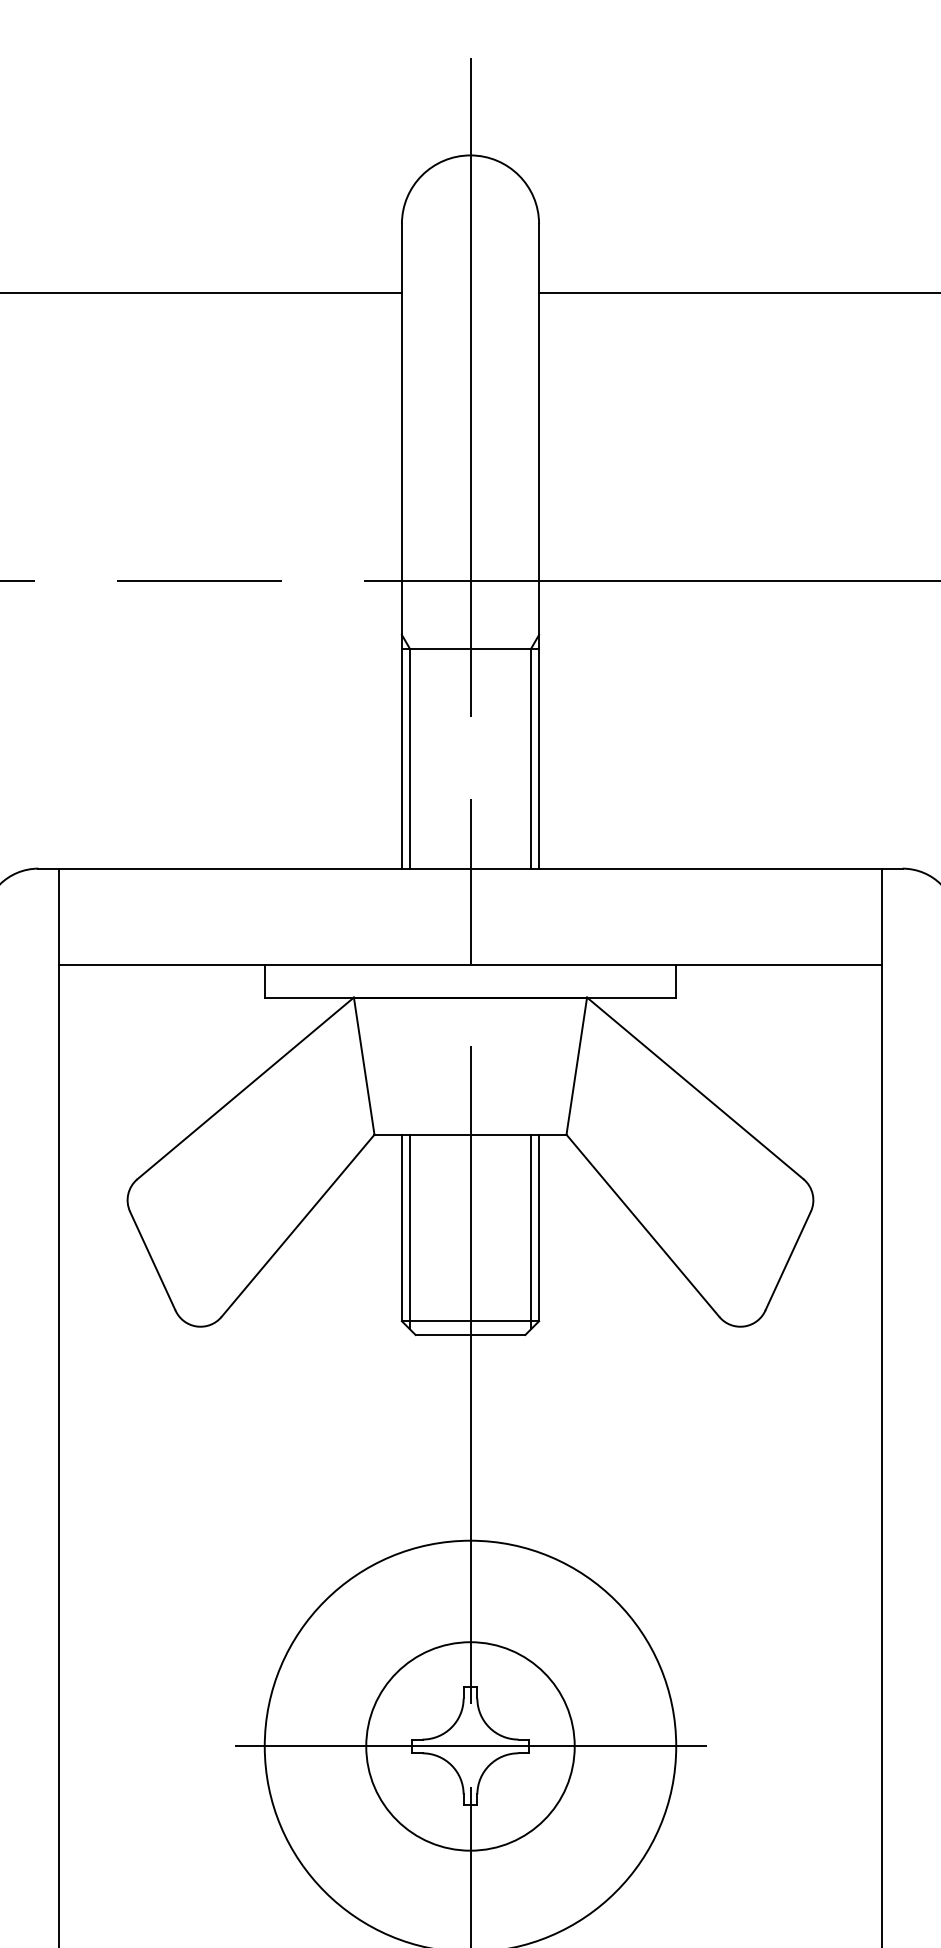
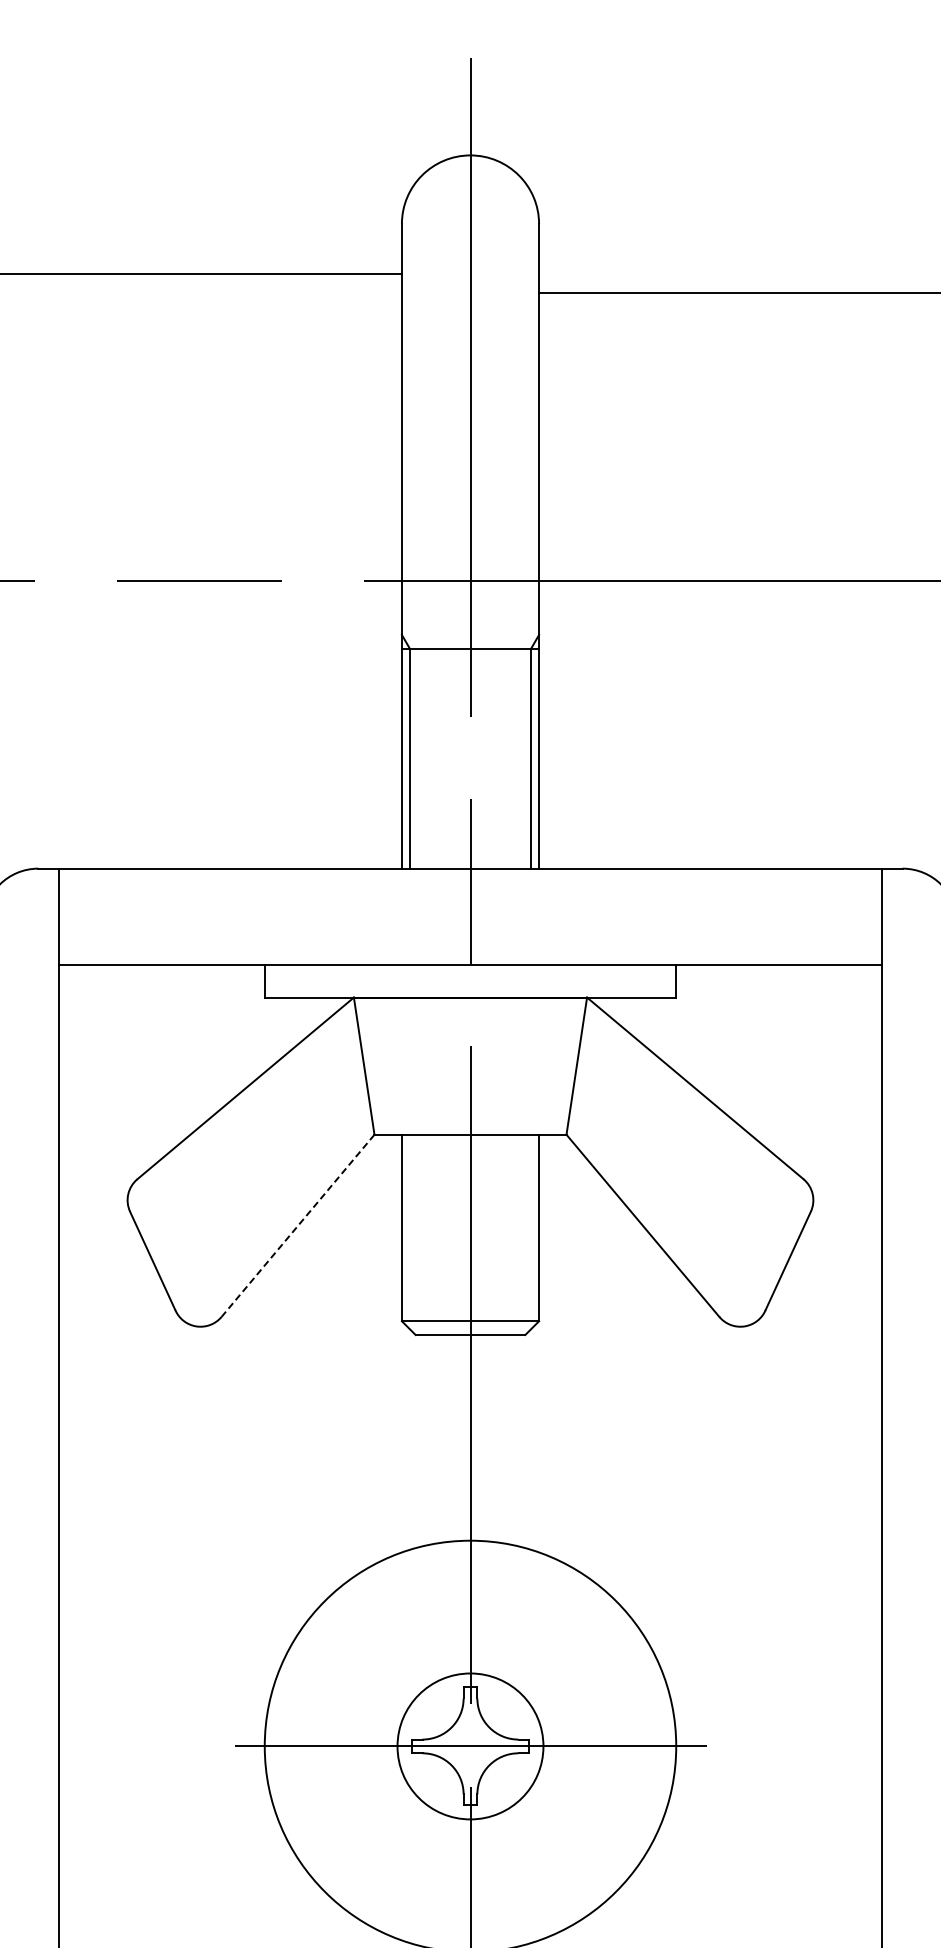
line at (201, 292) position: (201, 292) -> (201, 273)
line at (298, 1225): solid -> dashed
line at (410, 1231): present -> none
line at (530, 1231): present -> none
circle at (470, 1746) diameter: 208 px -> 146 px
